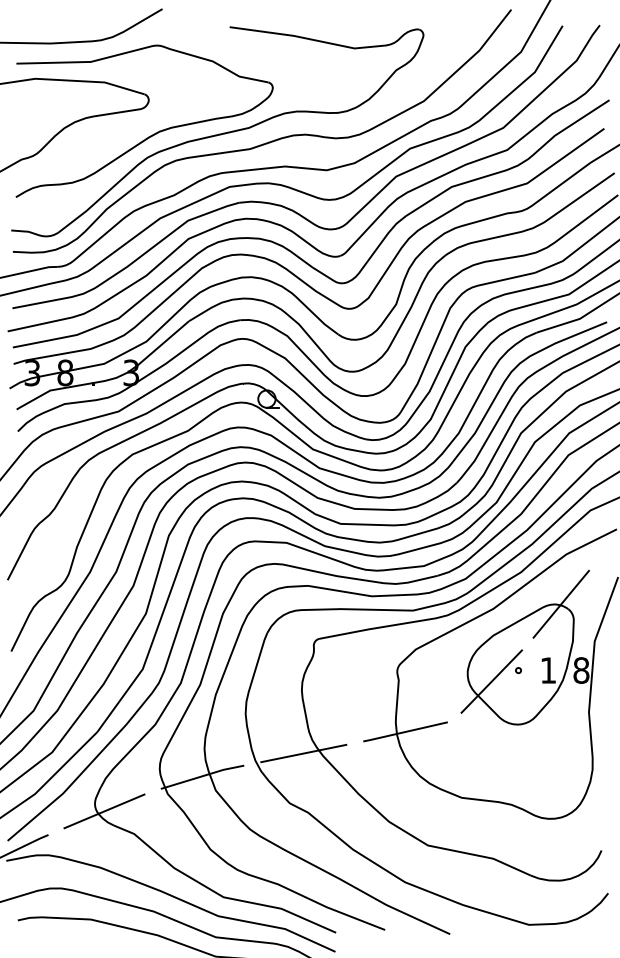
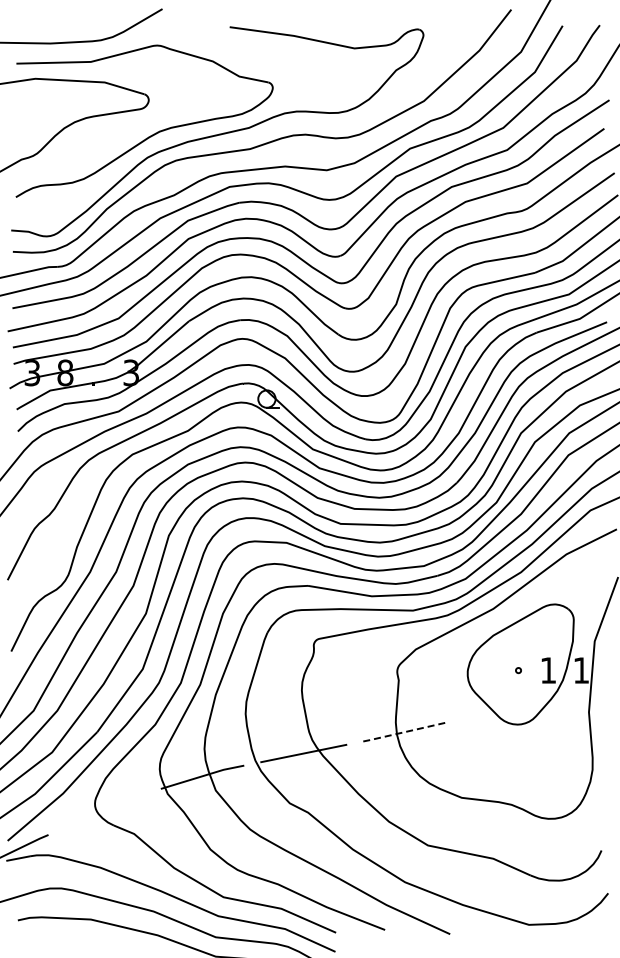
line at (560, 603): present -> none
text at (581, 670): 8 -> 1
line at (491, 681): present -> none
line at (405, 732): solid -> dashed
line at (104, 811): present -> none
